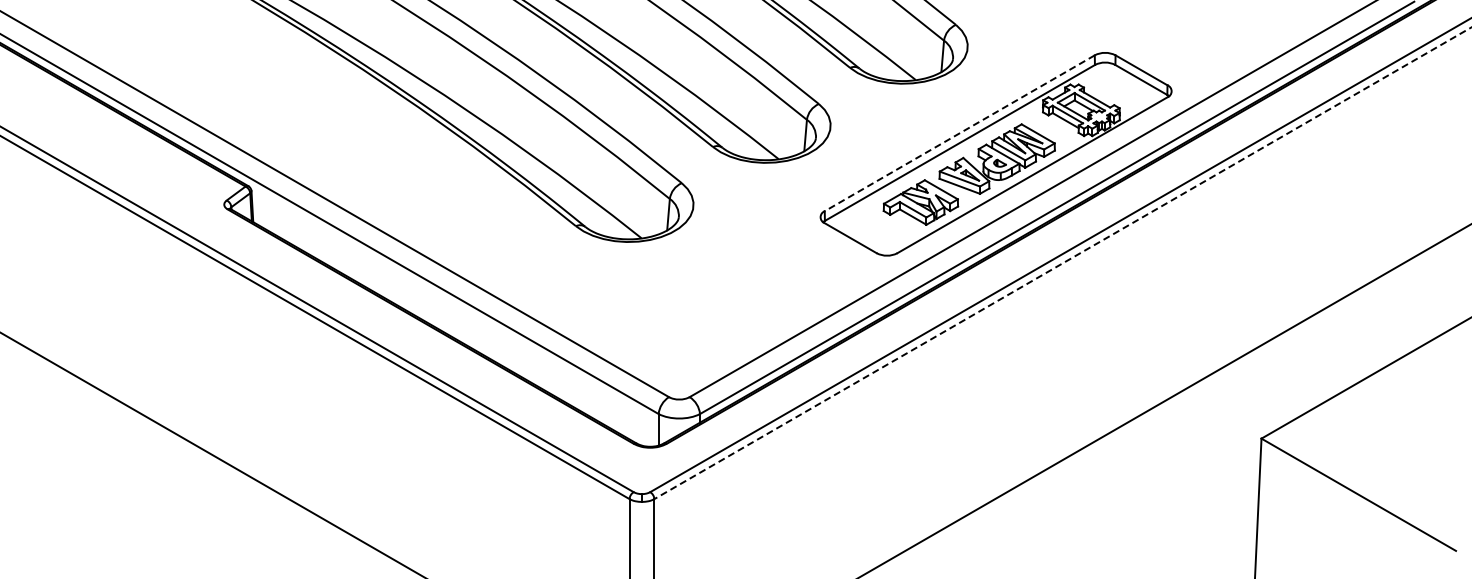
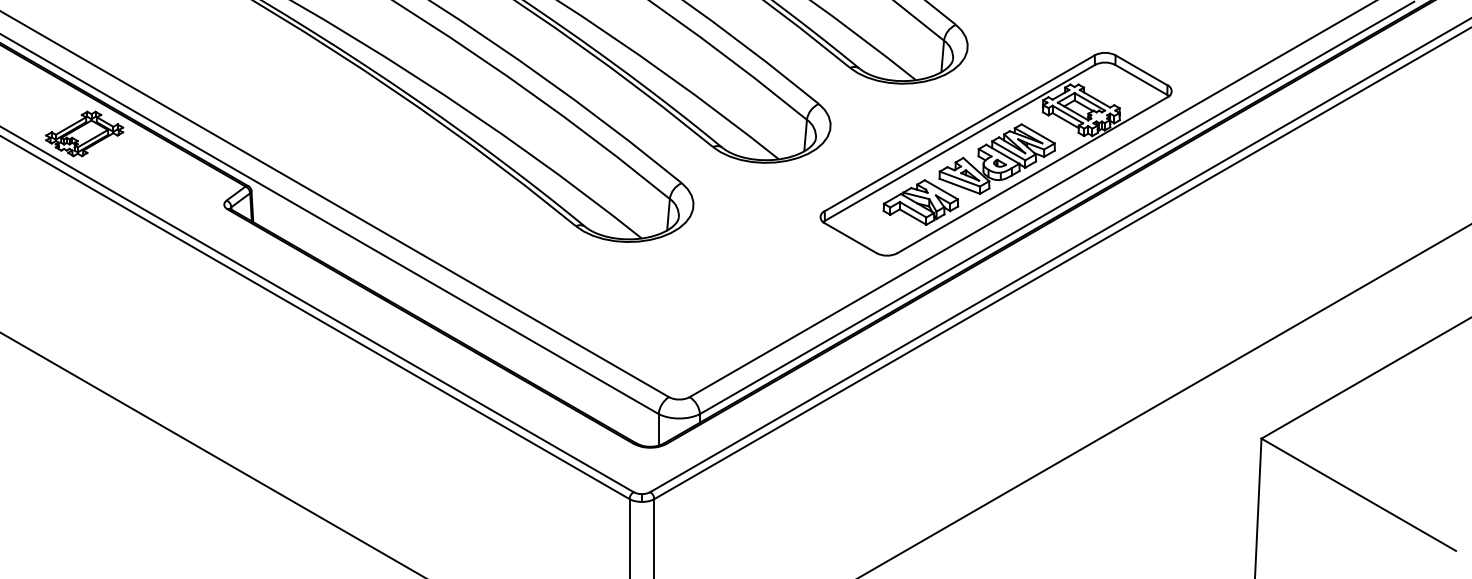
part at (84, 133): none -> present
line at (959, 133): dashed -> solid
line at (1062, 263): dashed -> solid
